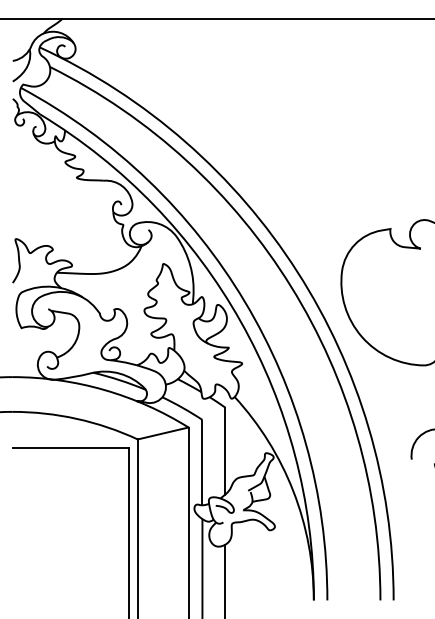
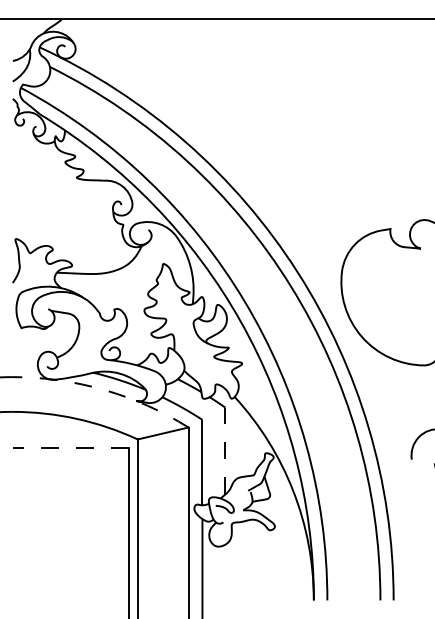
arc at (104, 389): solid -> dashed
line at (70, 448): solid -> dashed
line at (225, 450): solid -> dashed
line at (225, 579): present -> none
